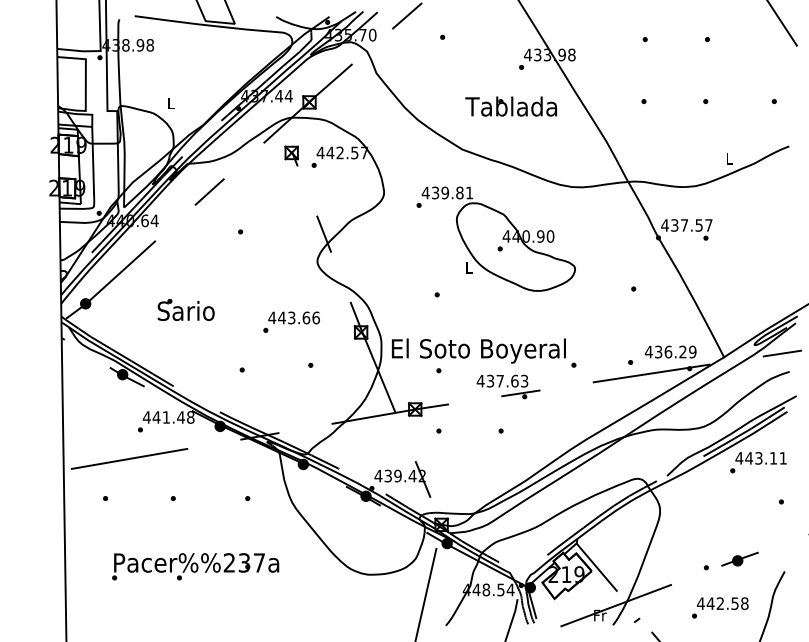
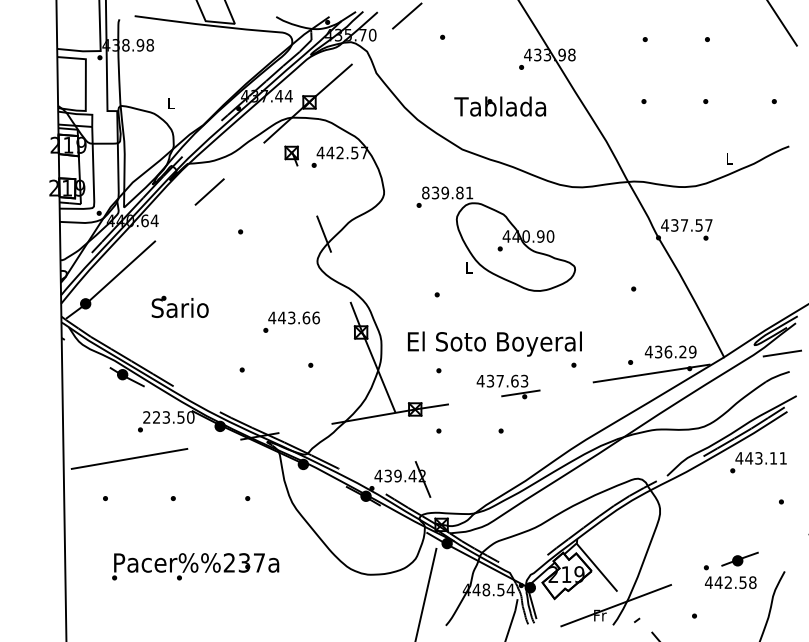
text at (511, 106) position: (511, 106) -> (500, 106)
text at (425, 192): 439.81 -> 839.81
text at (185, 309) position: (185, 309) -> (179, 306)
text at (478, 350) position: (478, 350) -> (494, 343)
text at (168, 417): 441.48 -> 223.50
text at (722, 603) position: (722, 603) -> (730, 582)
